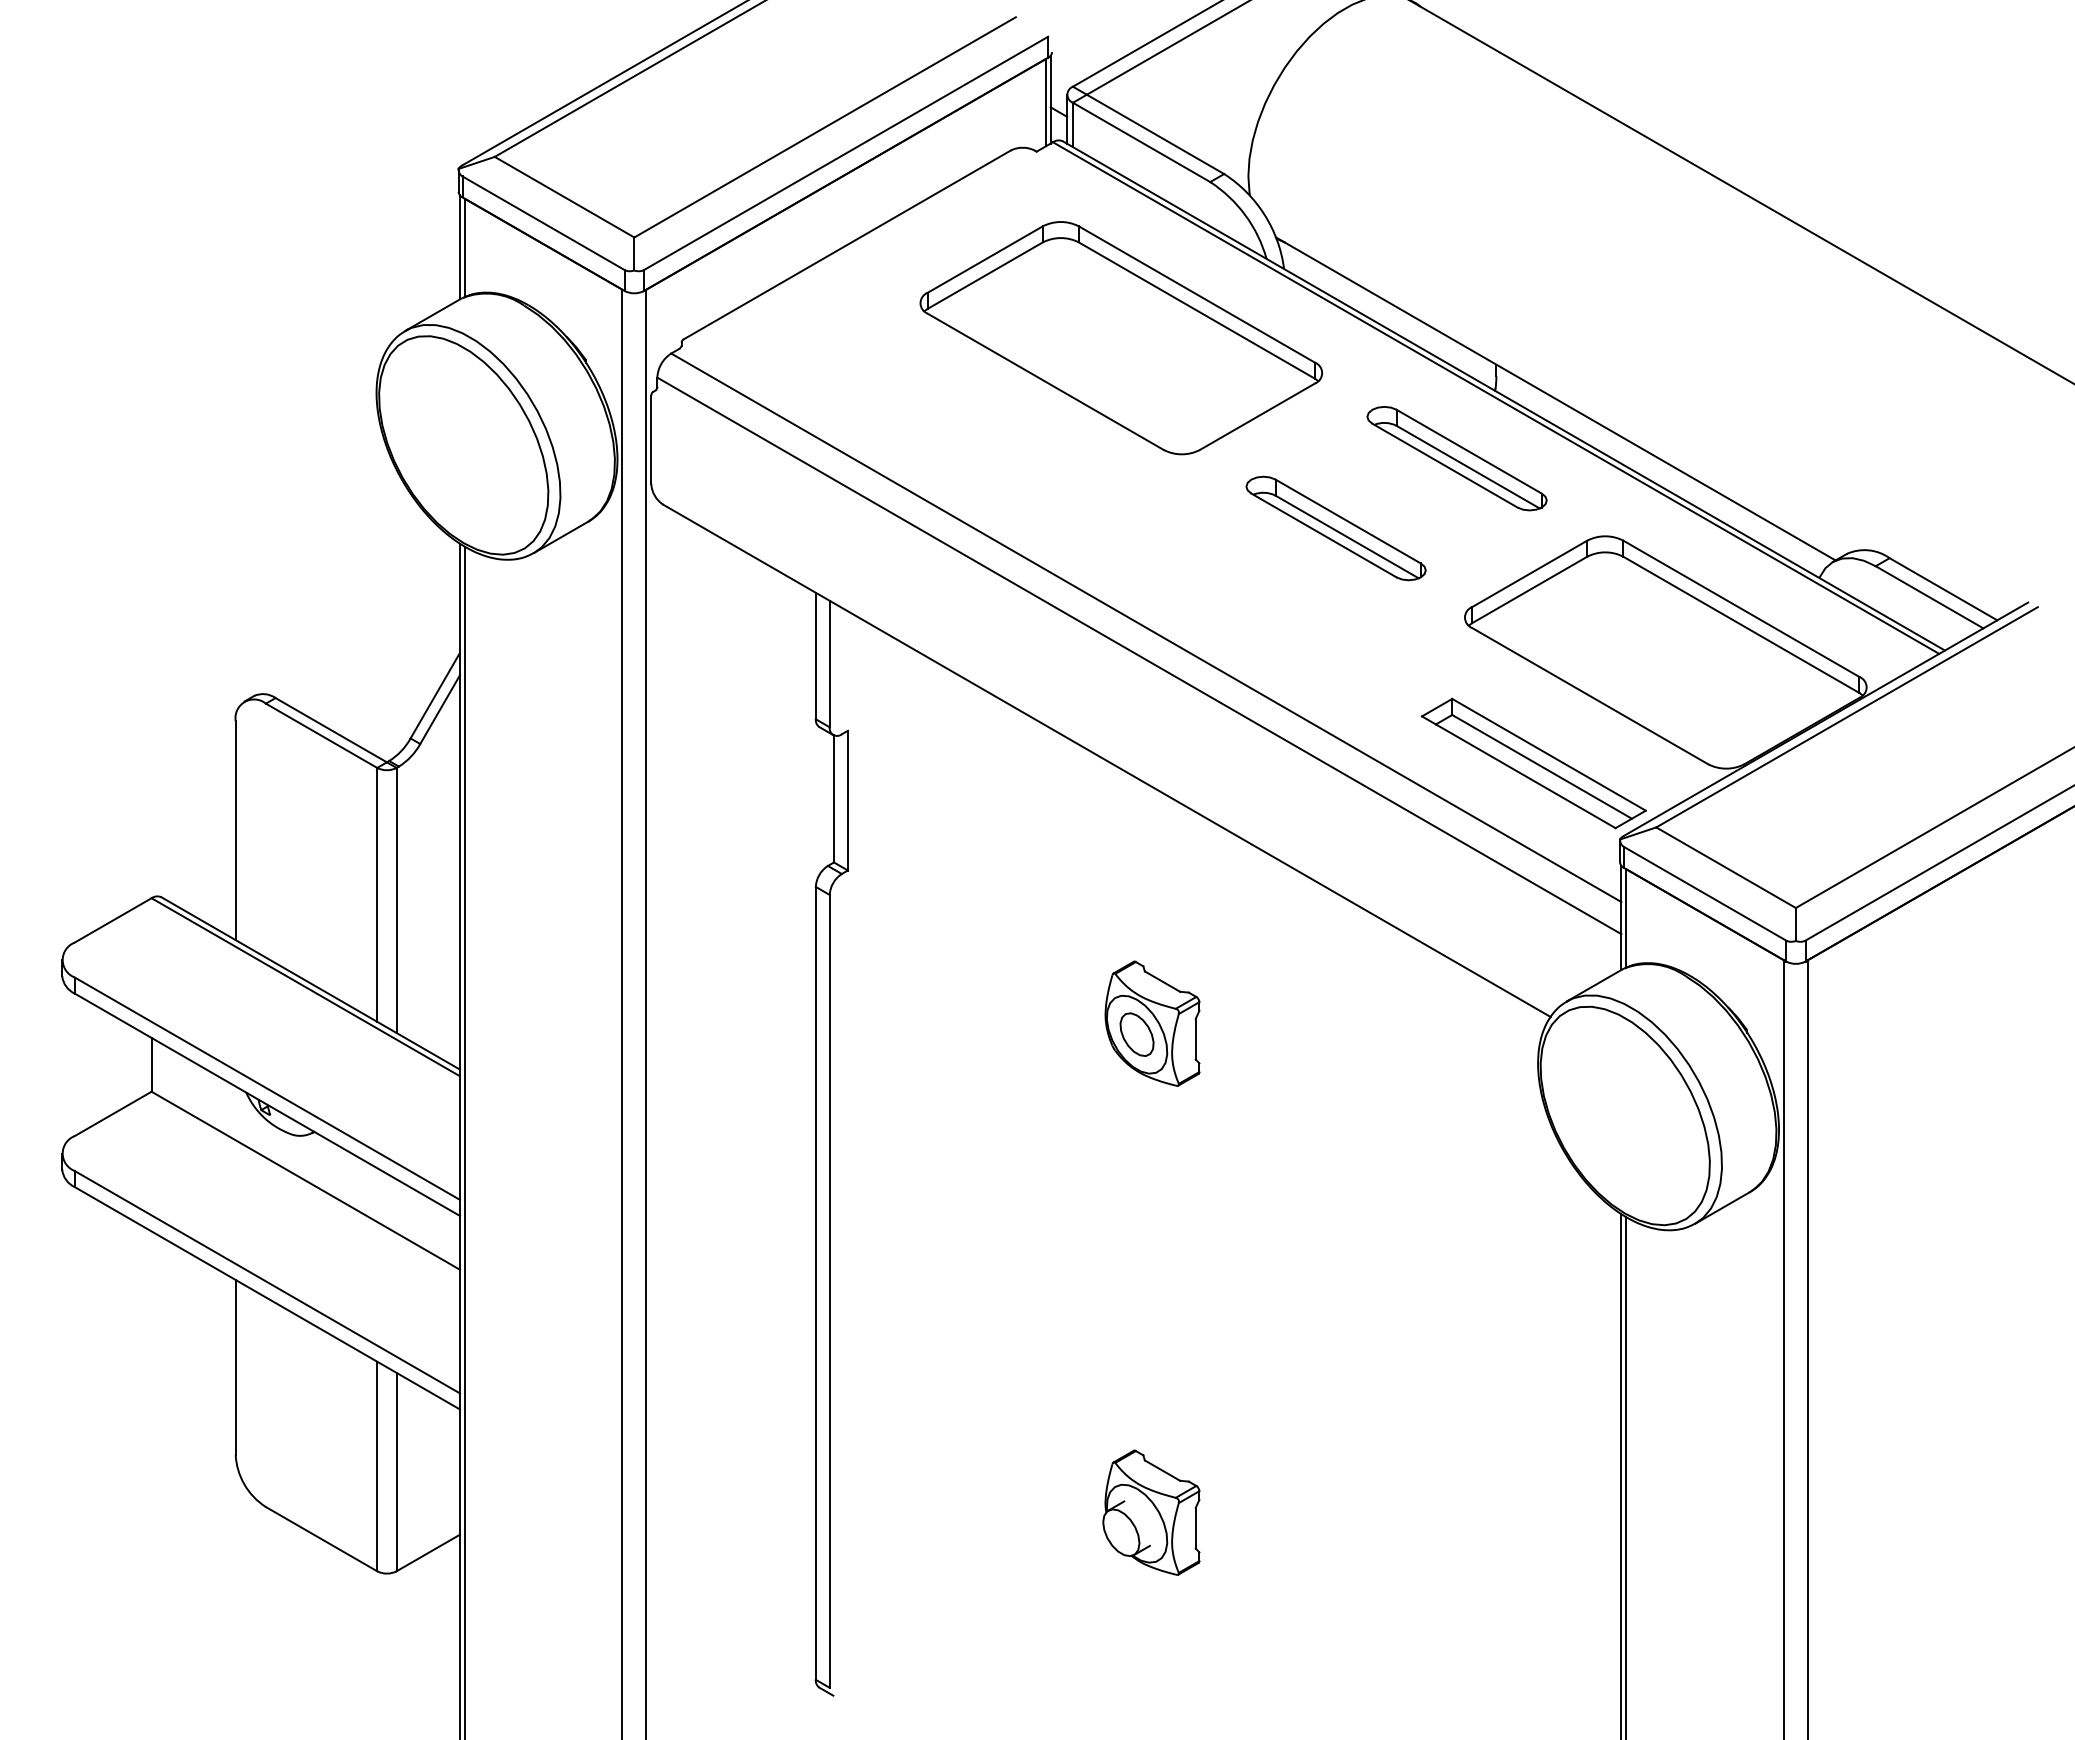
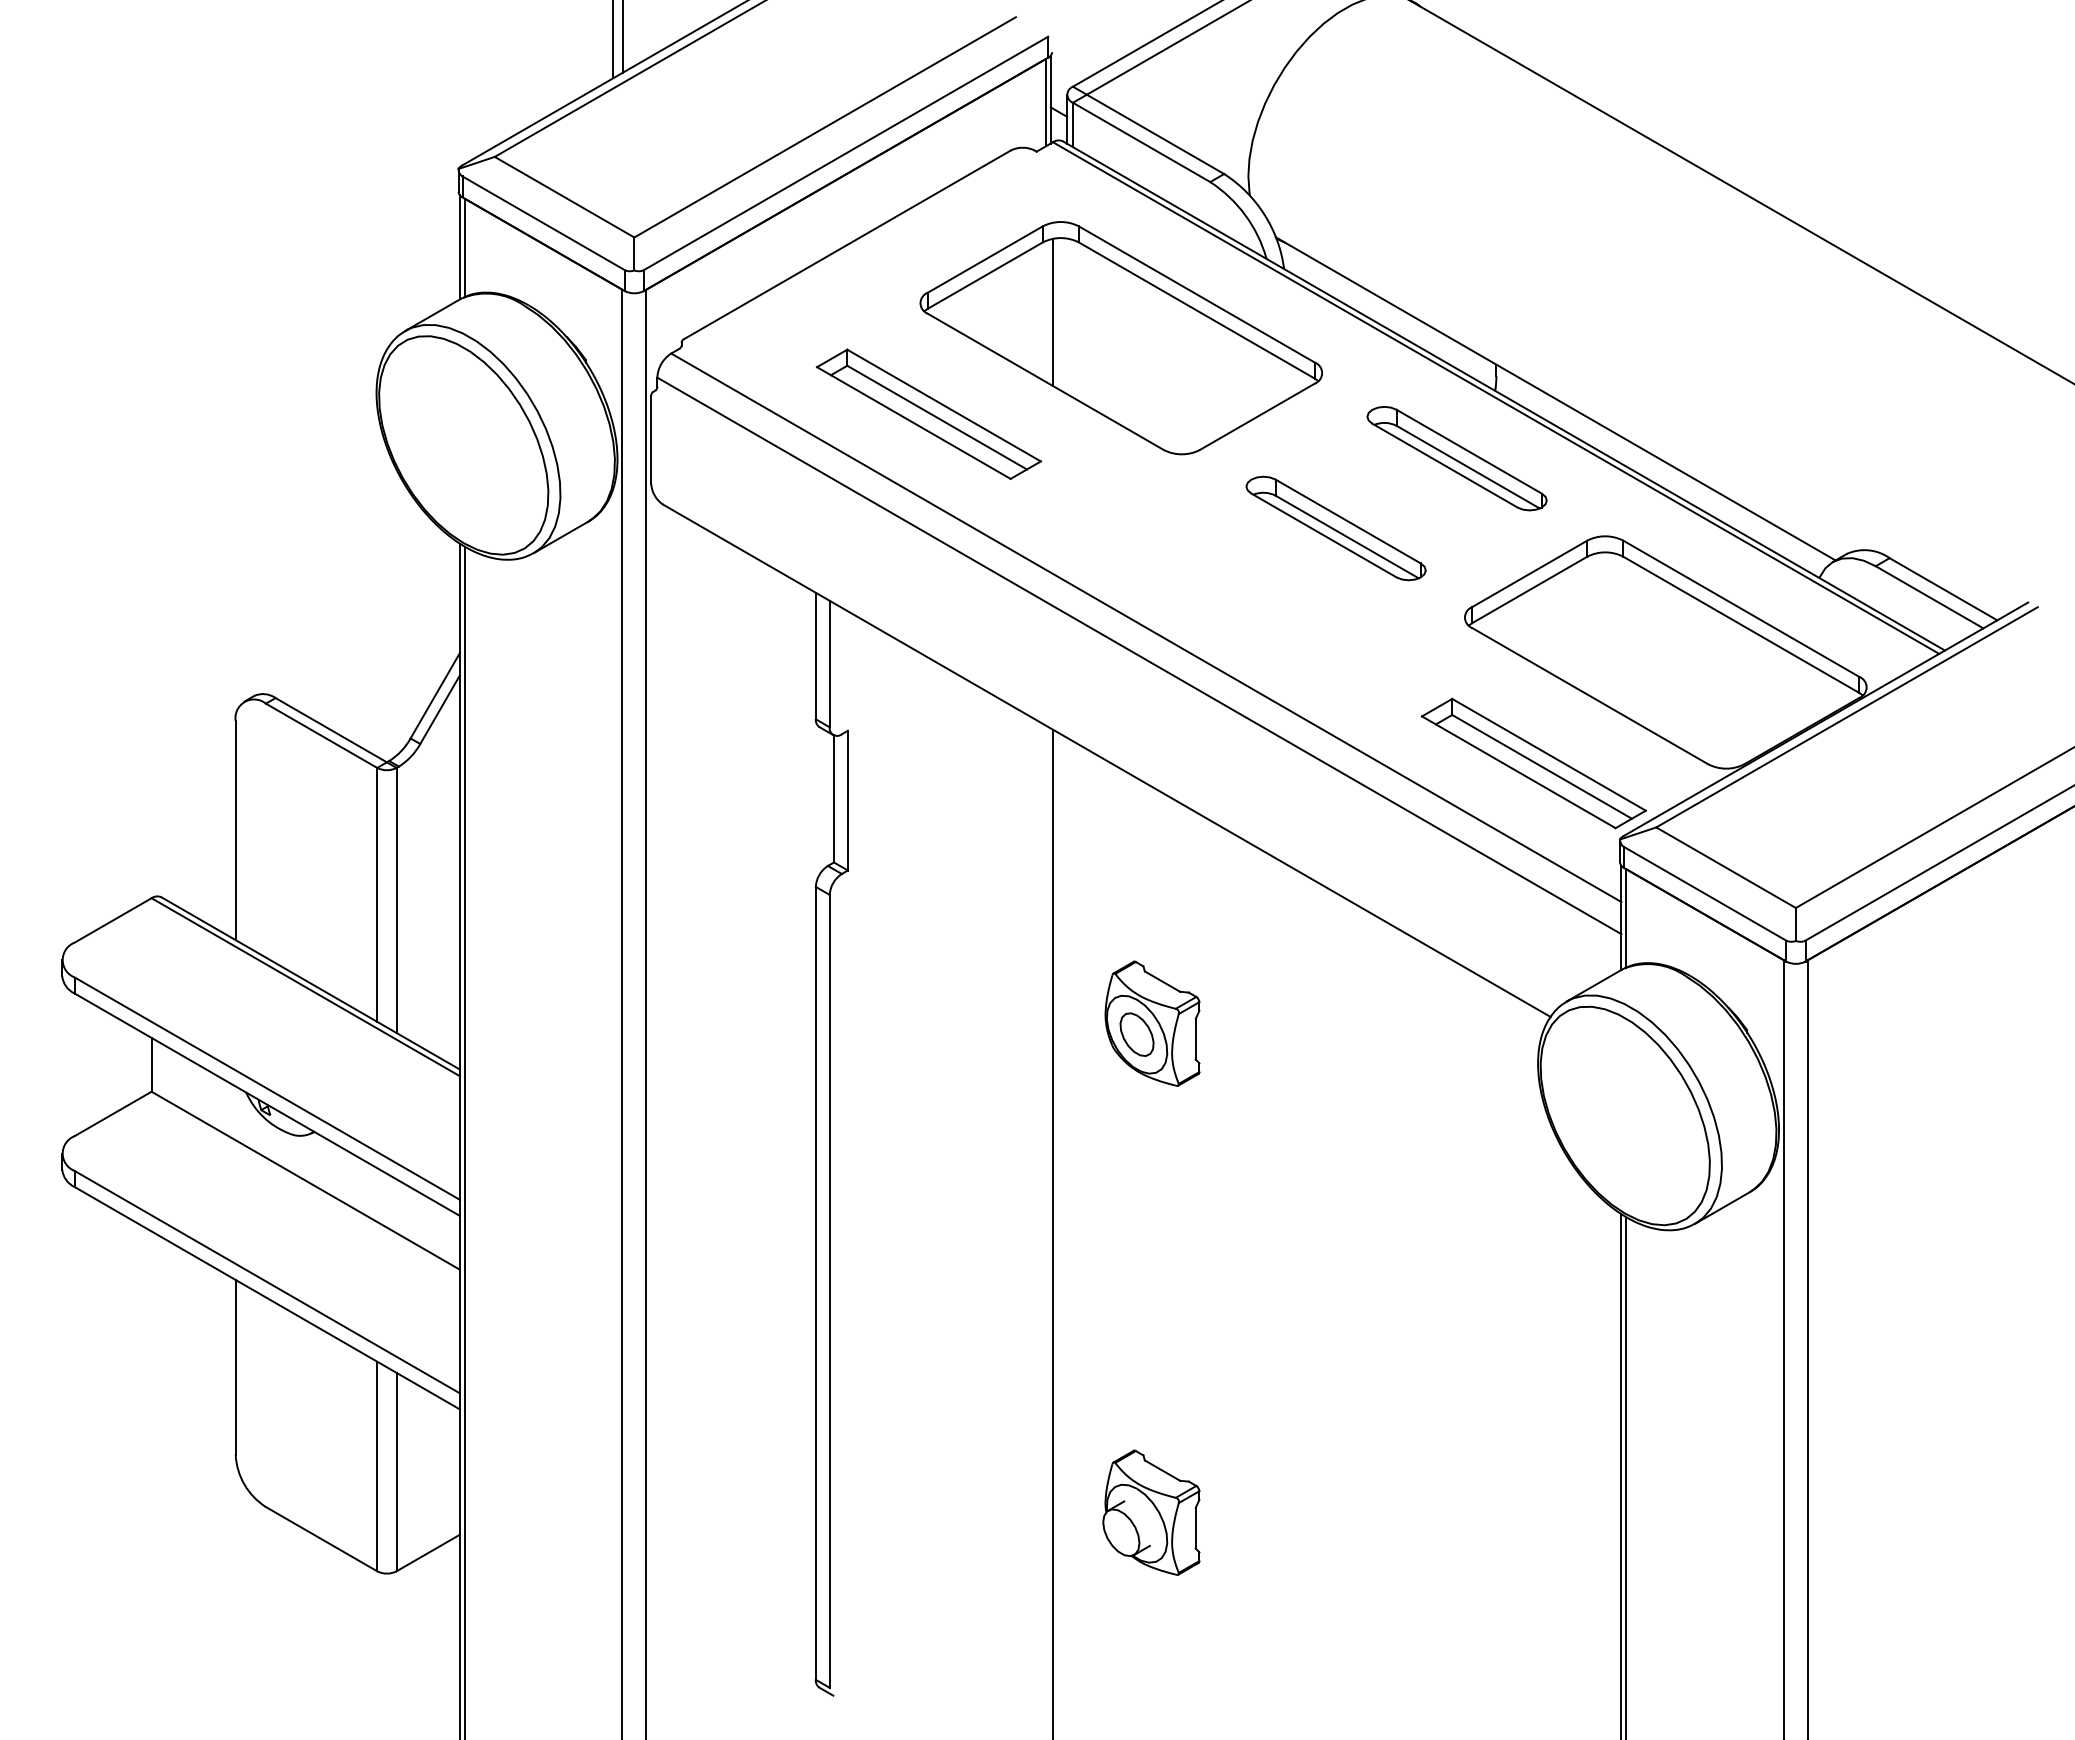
line at (623, 37): none -> present
line at (613, 40): none -> present
line at (1052, 312): none -> present
part at (928, 413): none -> present
line at (1052, 1232): none -> present
